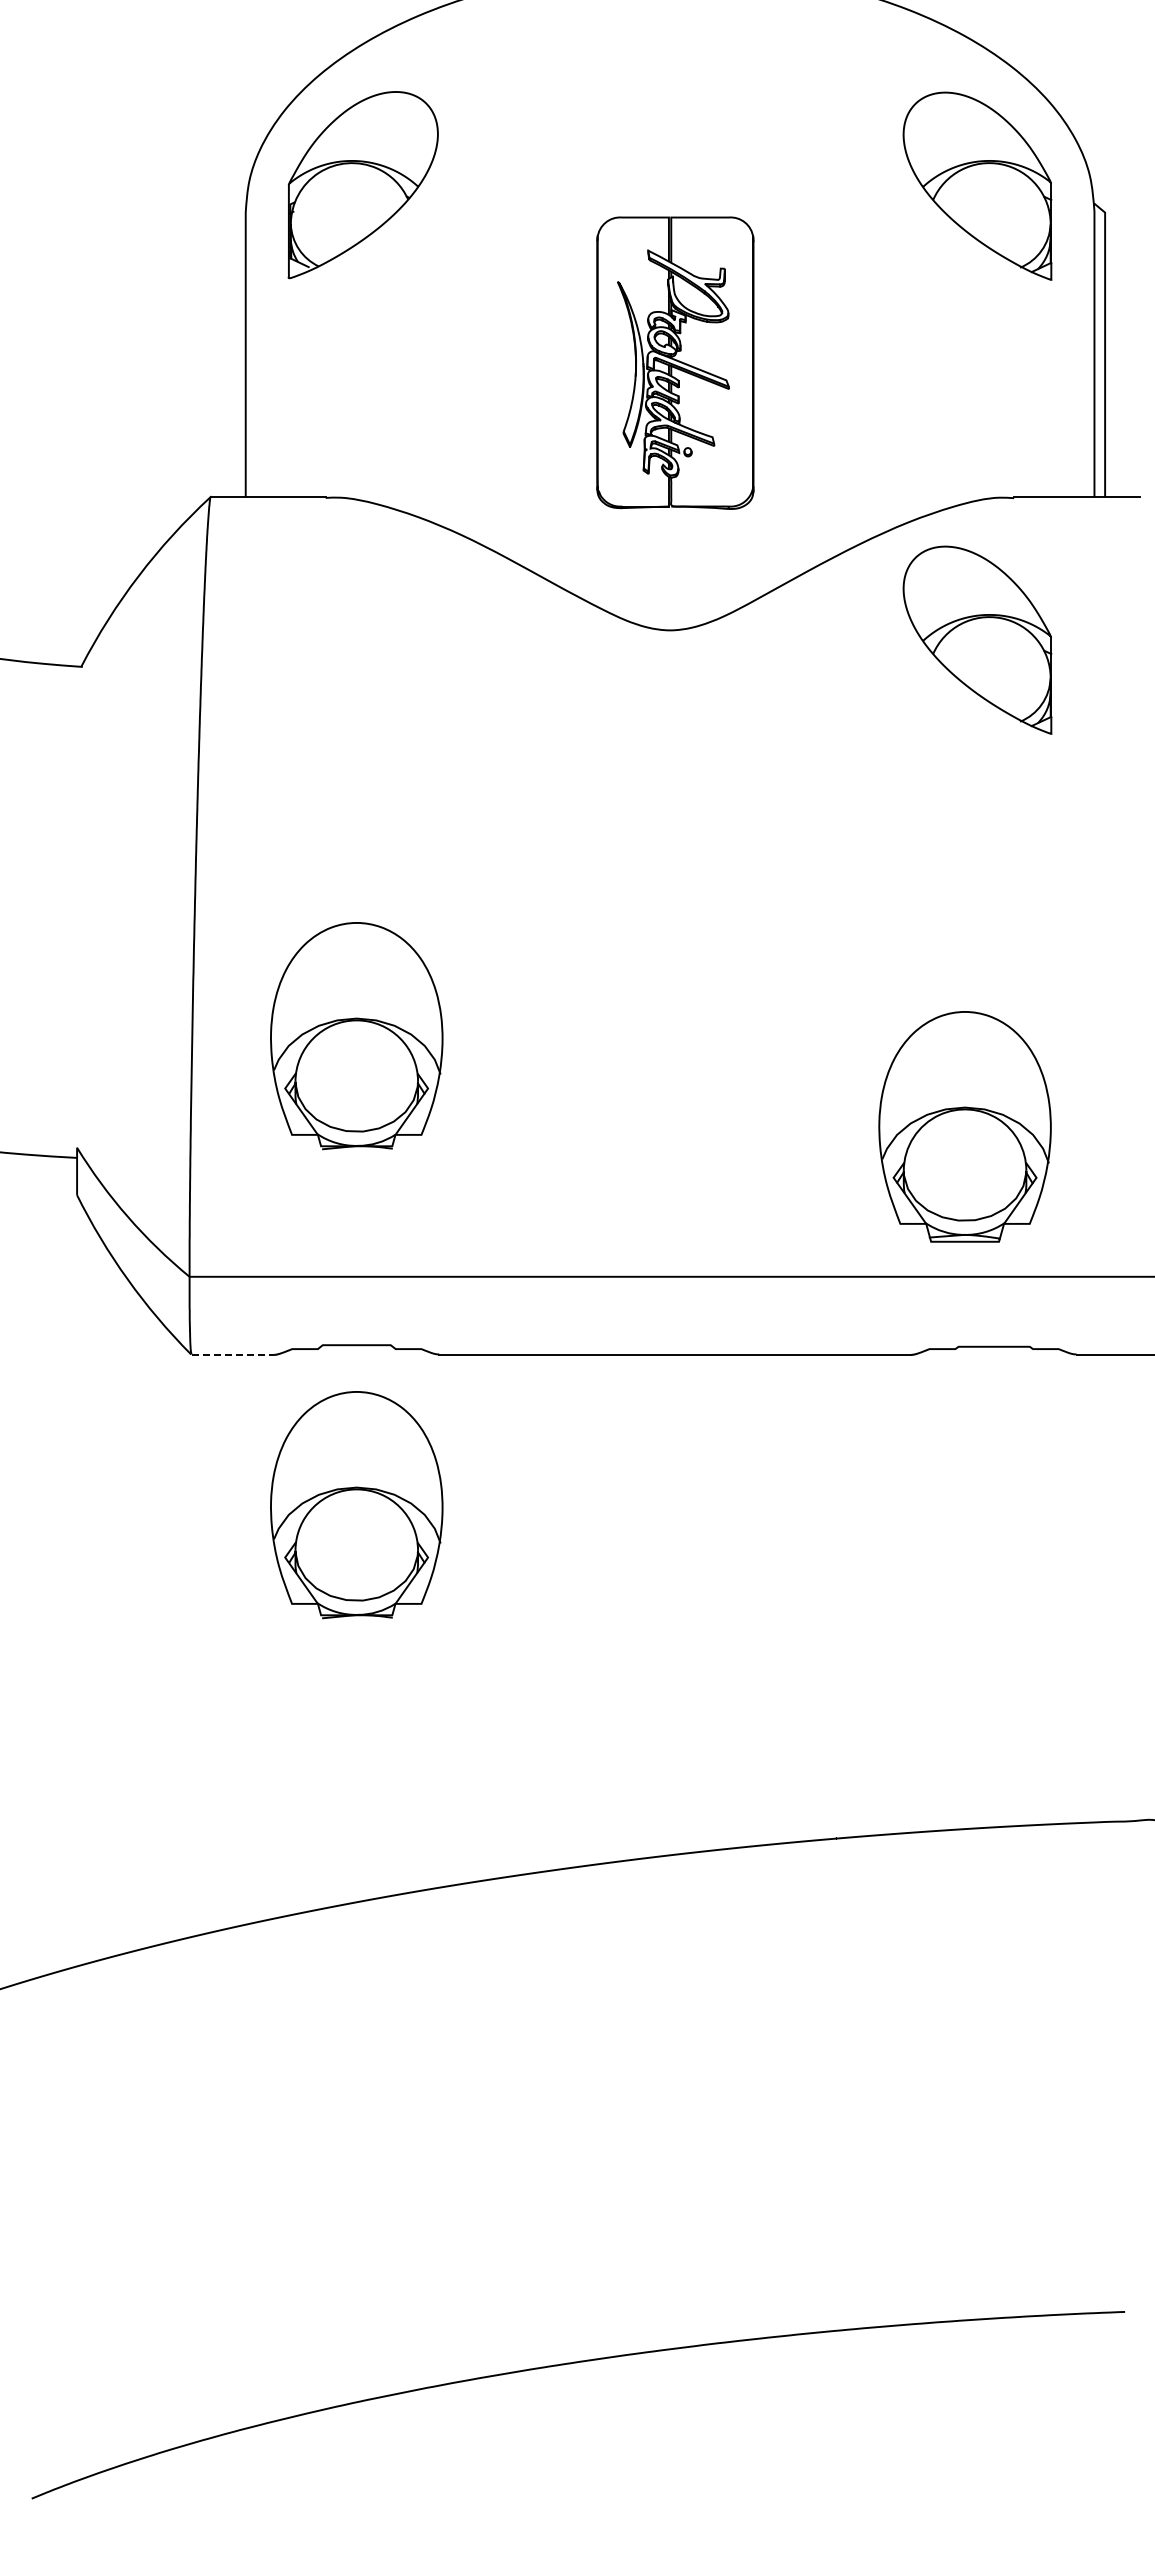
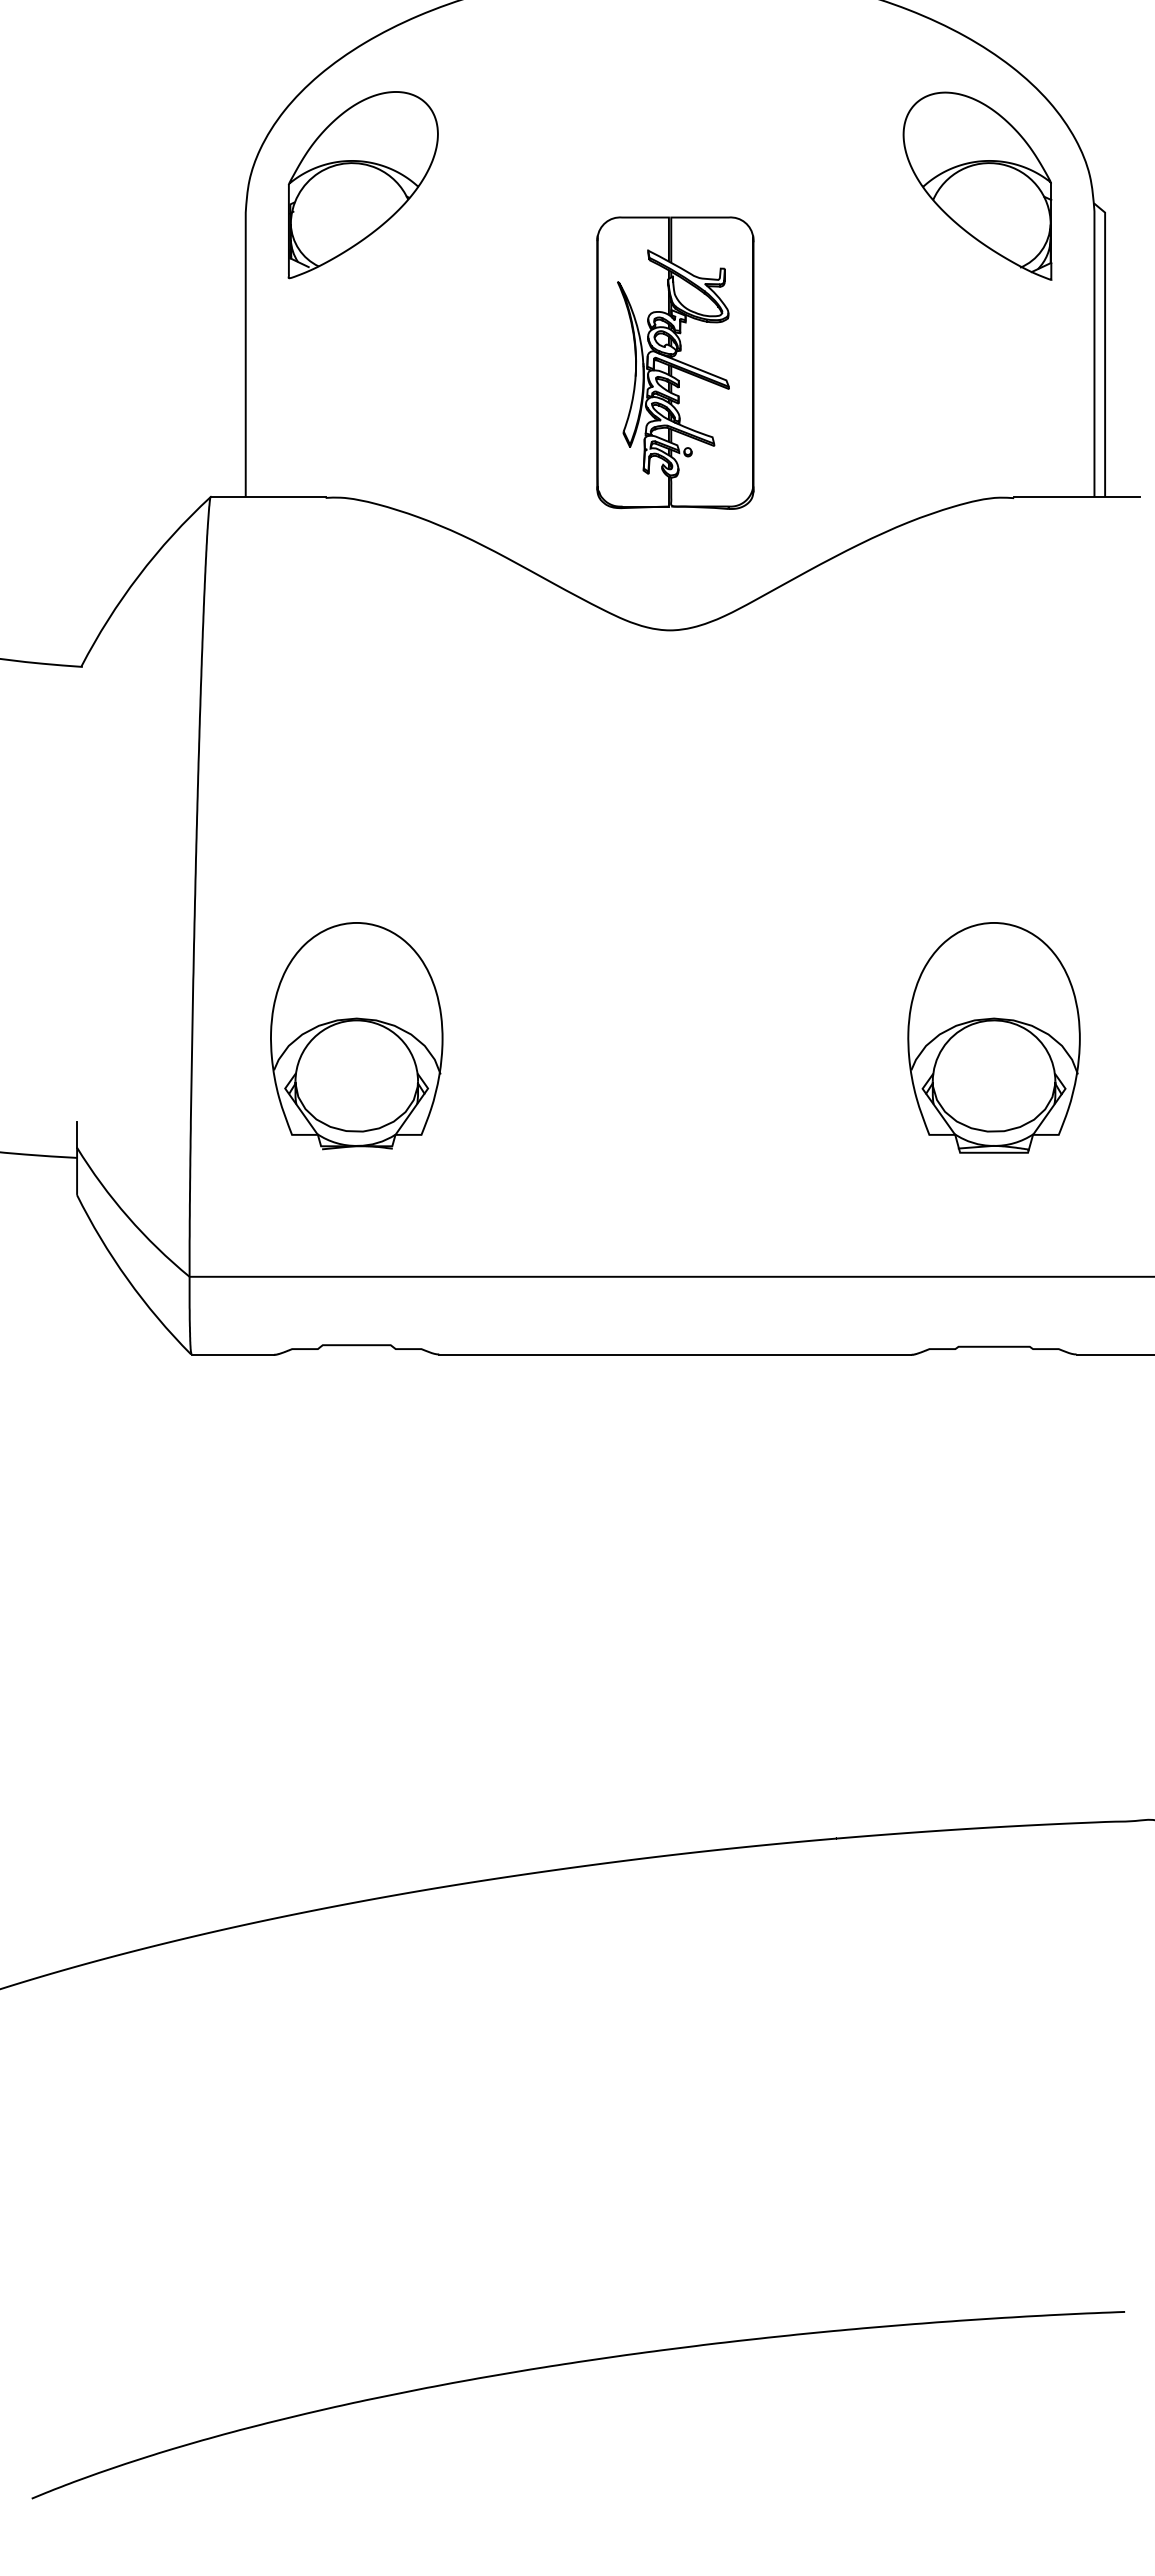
part at (977, 639): present -> none
part at (964, 1126) position: (964, 1126) -> (993, 1037)
line at (77, 1134): none -> present
line at (233, 1354): dashed -> solid
part at (356, 1505): present -> none
